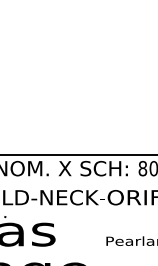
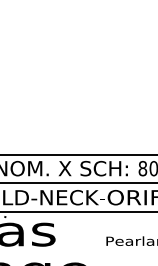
line at (78, 183): none -> present
line at (78, 211): none -> present
